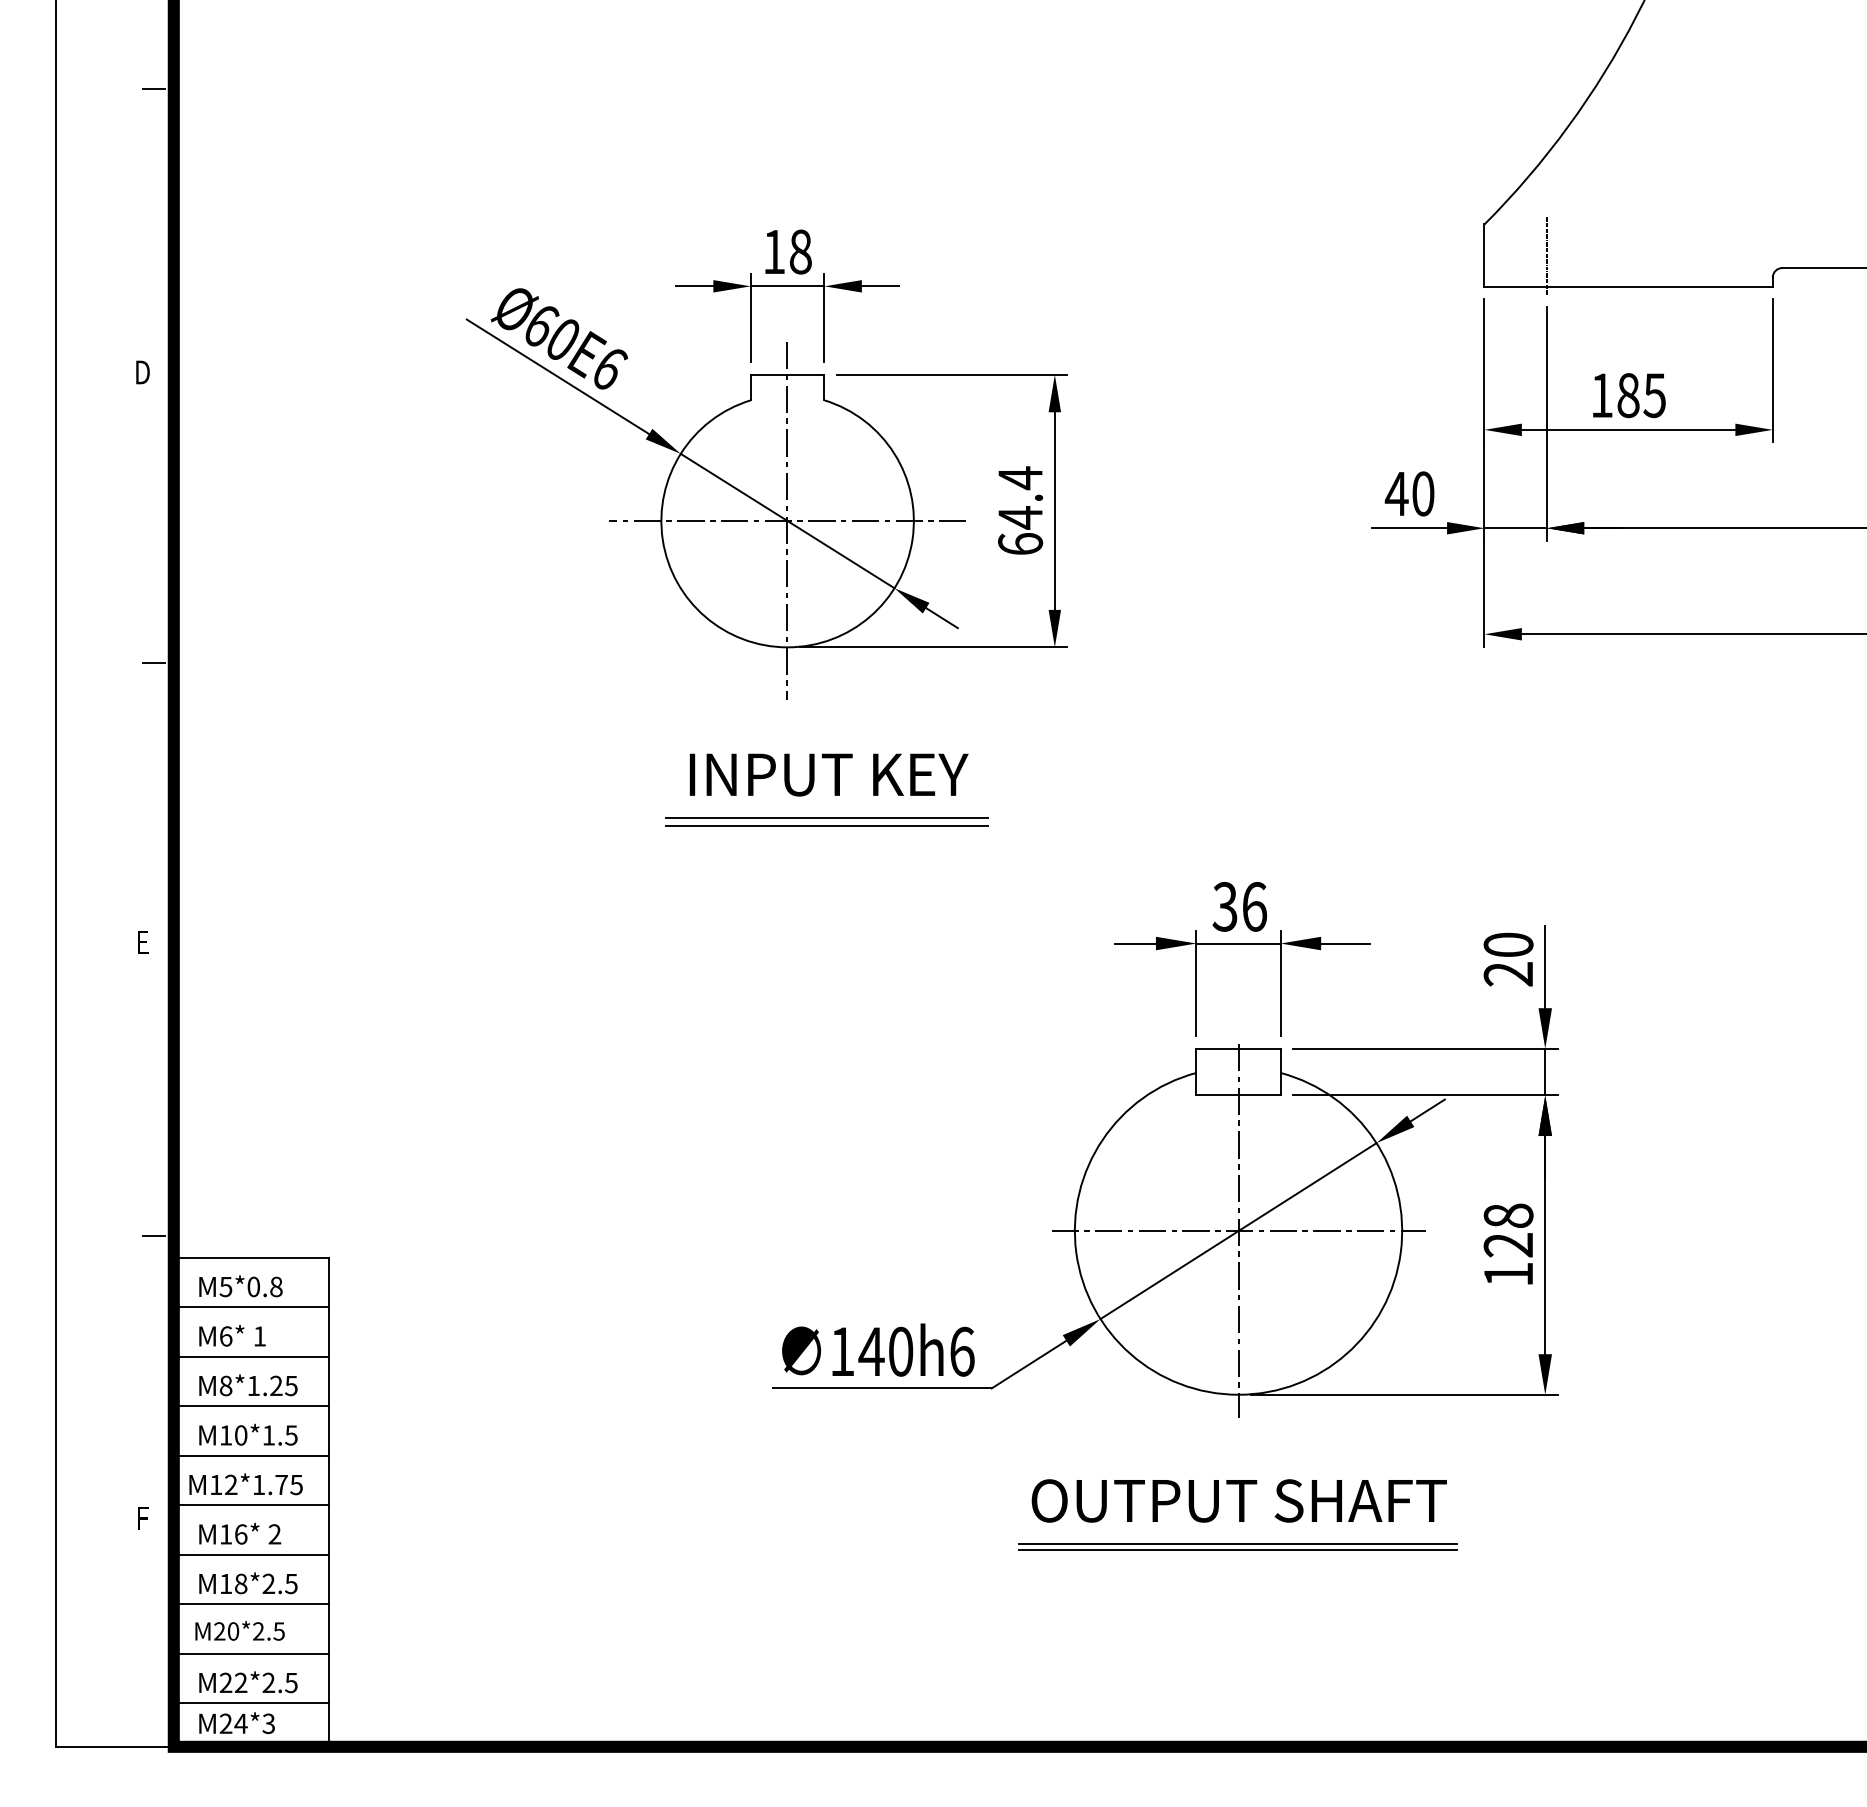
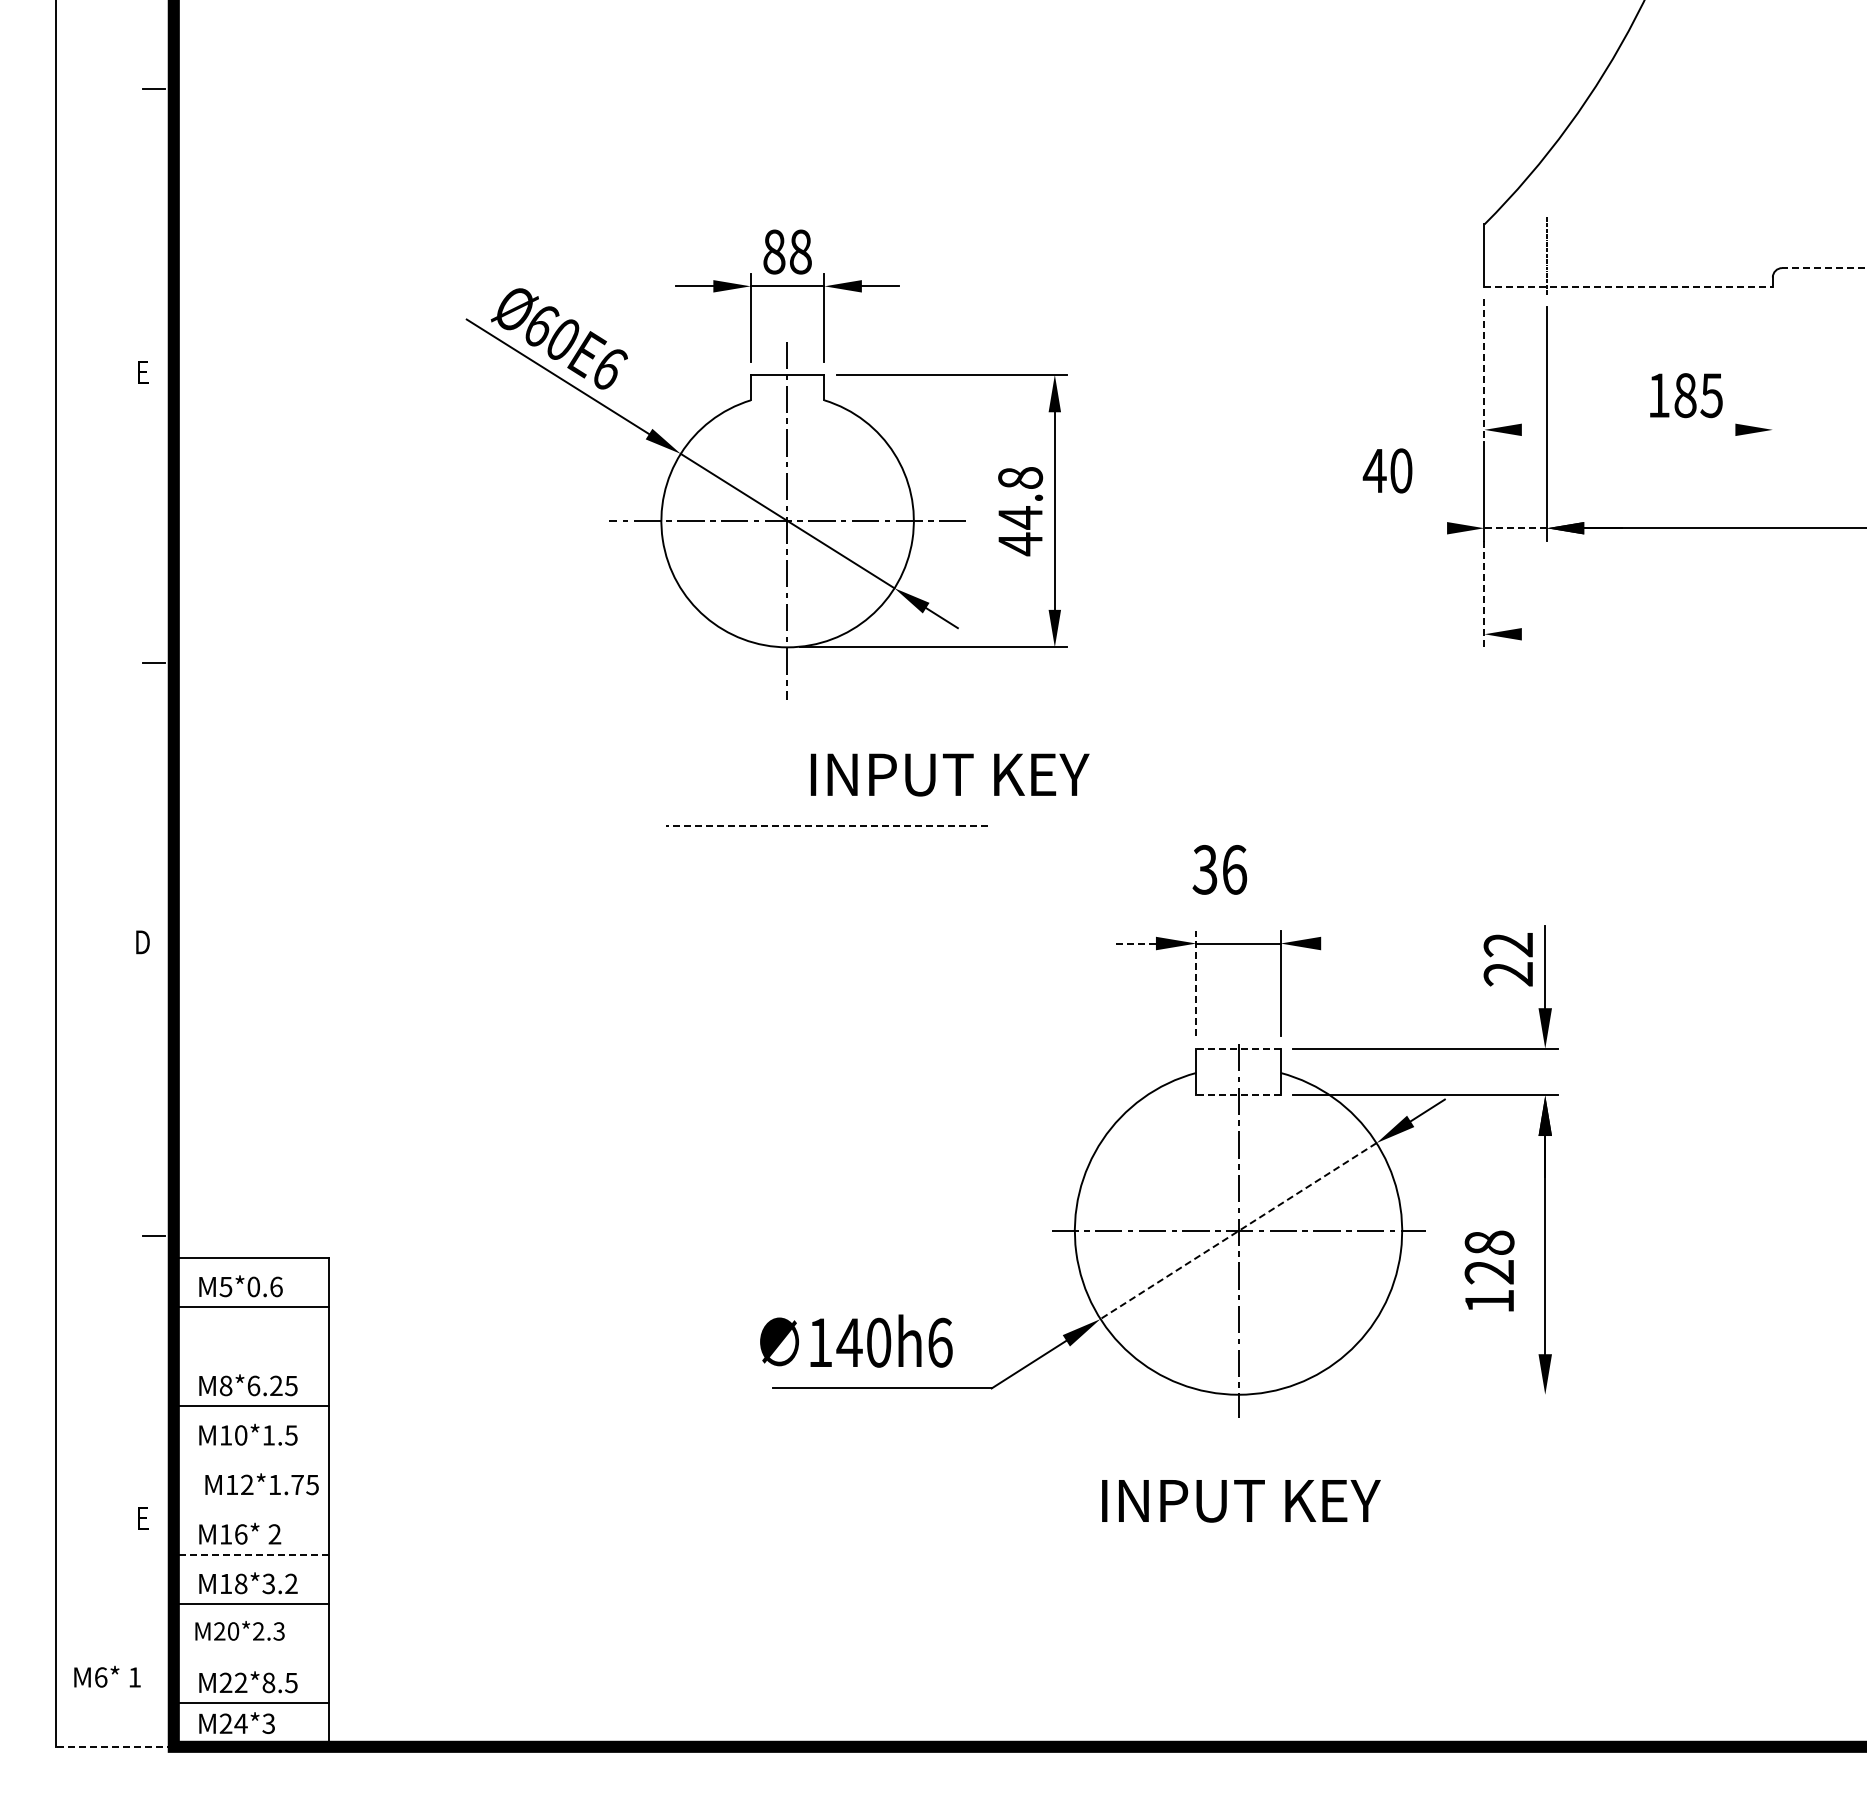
text at (774, 251): 18 -> 88
line at (1824, 268): solid -> dashed
line at (1629, 286): solid -> dashed
line at (1484, 370): solid -> dashed
line at (1772, 370): present -> none
text at (142, 372): D -> E
text at (1629, 395) position: (1629, 395) -> (1686, 395)
line at (1628, 429): present -> none
text at (1409, 493) position: (1409, 493) -> (1387, 470)
text at (1020, 511): 64.4 -> 44.8
line at (1409, 528): present -> none
line at (1515, 528): solid -> dashed
line at (1484, 594): solid -> dashed
line at (1692, 634): present -> none
text at (828, 774) position: (828, 774) -> (949, 774)
line at (827, 818): present -> none
line at (826, 825): solid -> dashed
text at (1239, 906) position: (1239, 906) -> (1219, 869)
text at (142, 942): E -> D
line at (1135, 943): solid -> dashed
line at (1345, 943): present -> none
text at (1508, 944): 20 -> 22
line at (1196, 983): solid -> dashed
line at (1238, 1048): solid -> dashed
line at (1545, 1071): present -> none
line at (1238, 1095): solid -> dashed
line at (1238, 1231): solid -> dashed
text at (1508, 1243) position: (1508, 1243) -> (1489, 1270)
text at (276, 1286): M5*0.8 -> M5*0.6
text at (232, 1335) position: (232, 1335) -> (107, 1676)
text at (878, 1349) position: (878, 1349) -> (856, 1340)
line at (251, 1356): present -> none
text at (253, 1385): M8*1.25 -> M8*6.25
line at (1404, 1394): present -> none
line at (251, 1455): present -> none
text at (245, 1484) position: (245, 1484) -> (261, 1484)
text at (1238, 1500): OUTPUT SHAFT -> INPUT KEY
line at (251, 1505): present -> none
text at (144, 1518): F -> E
line at (1237, 1544): present -> none
line at (1237, 1550): present -> none
line at (251, 1554): solid -> dashed
text at (279, 1583): M18*2.5 -> M18*3.2
text at (279, 1631): M20*2.5 -> M20*2.3
line at (251, 1653): present -> none
text at (268, 1682): M22*2.5 -> M22*8.5
line at (114, 1746): solid -> dashed
